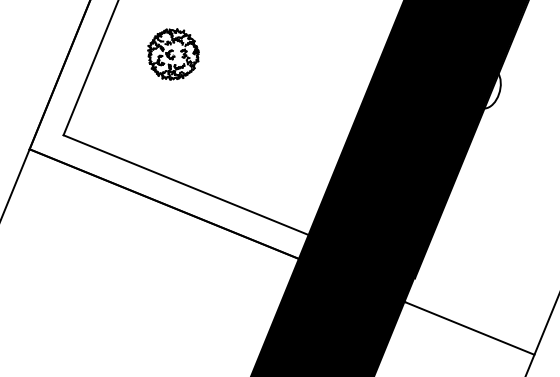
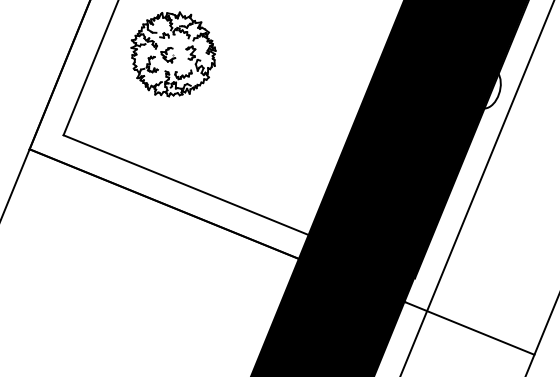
part at (173, 54) size: 53x53 px -> 87x87 px
line at (477, 187): none -> present
